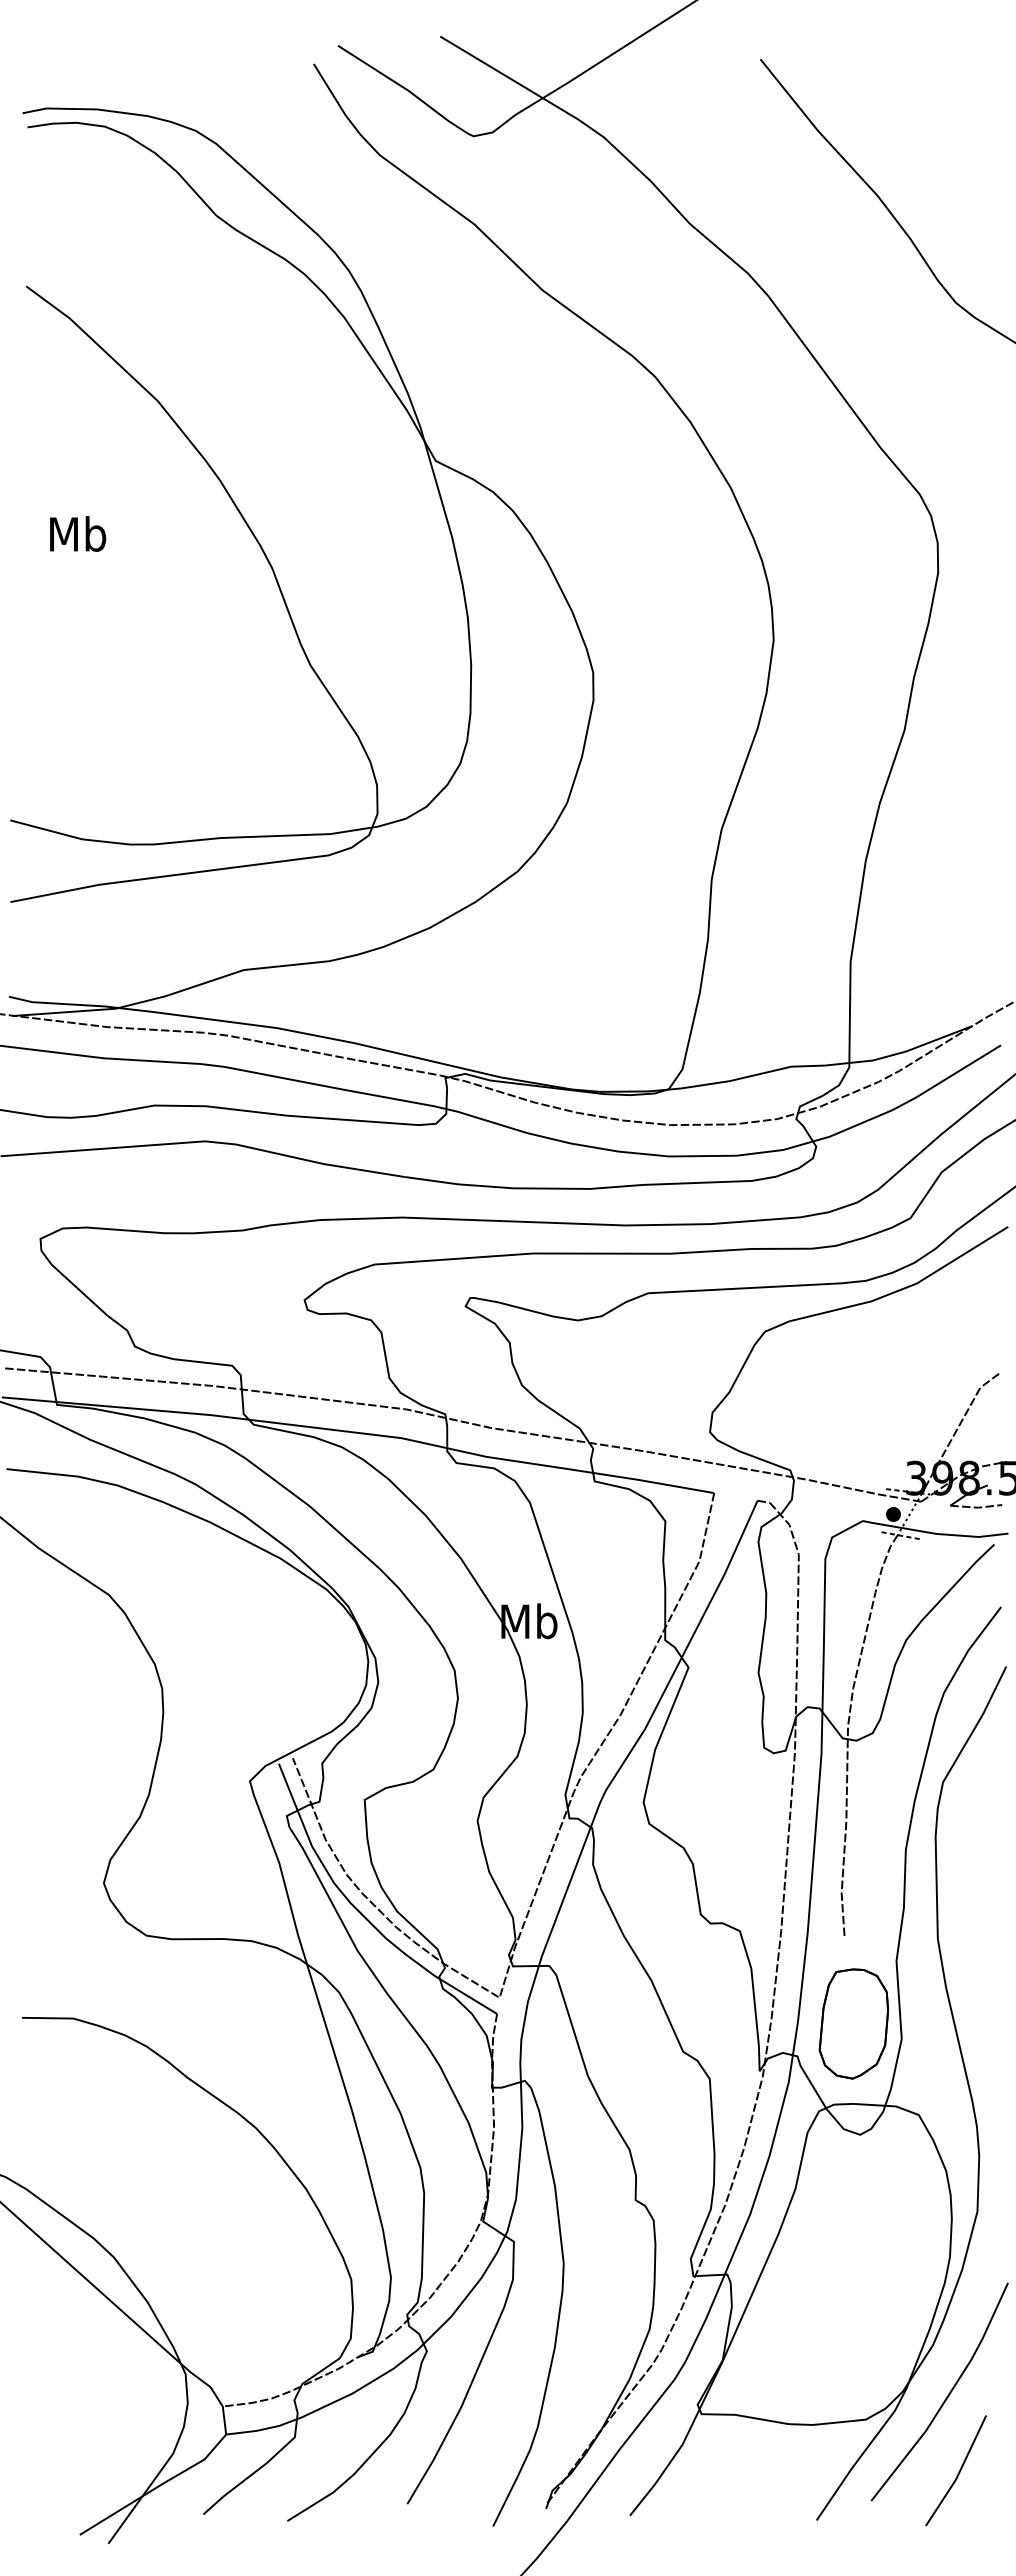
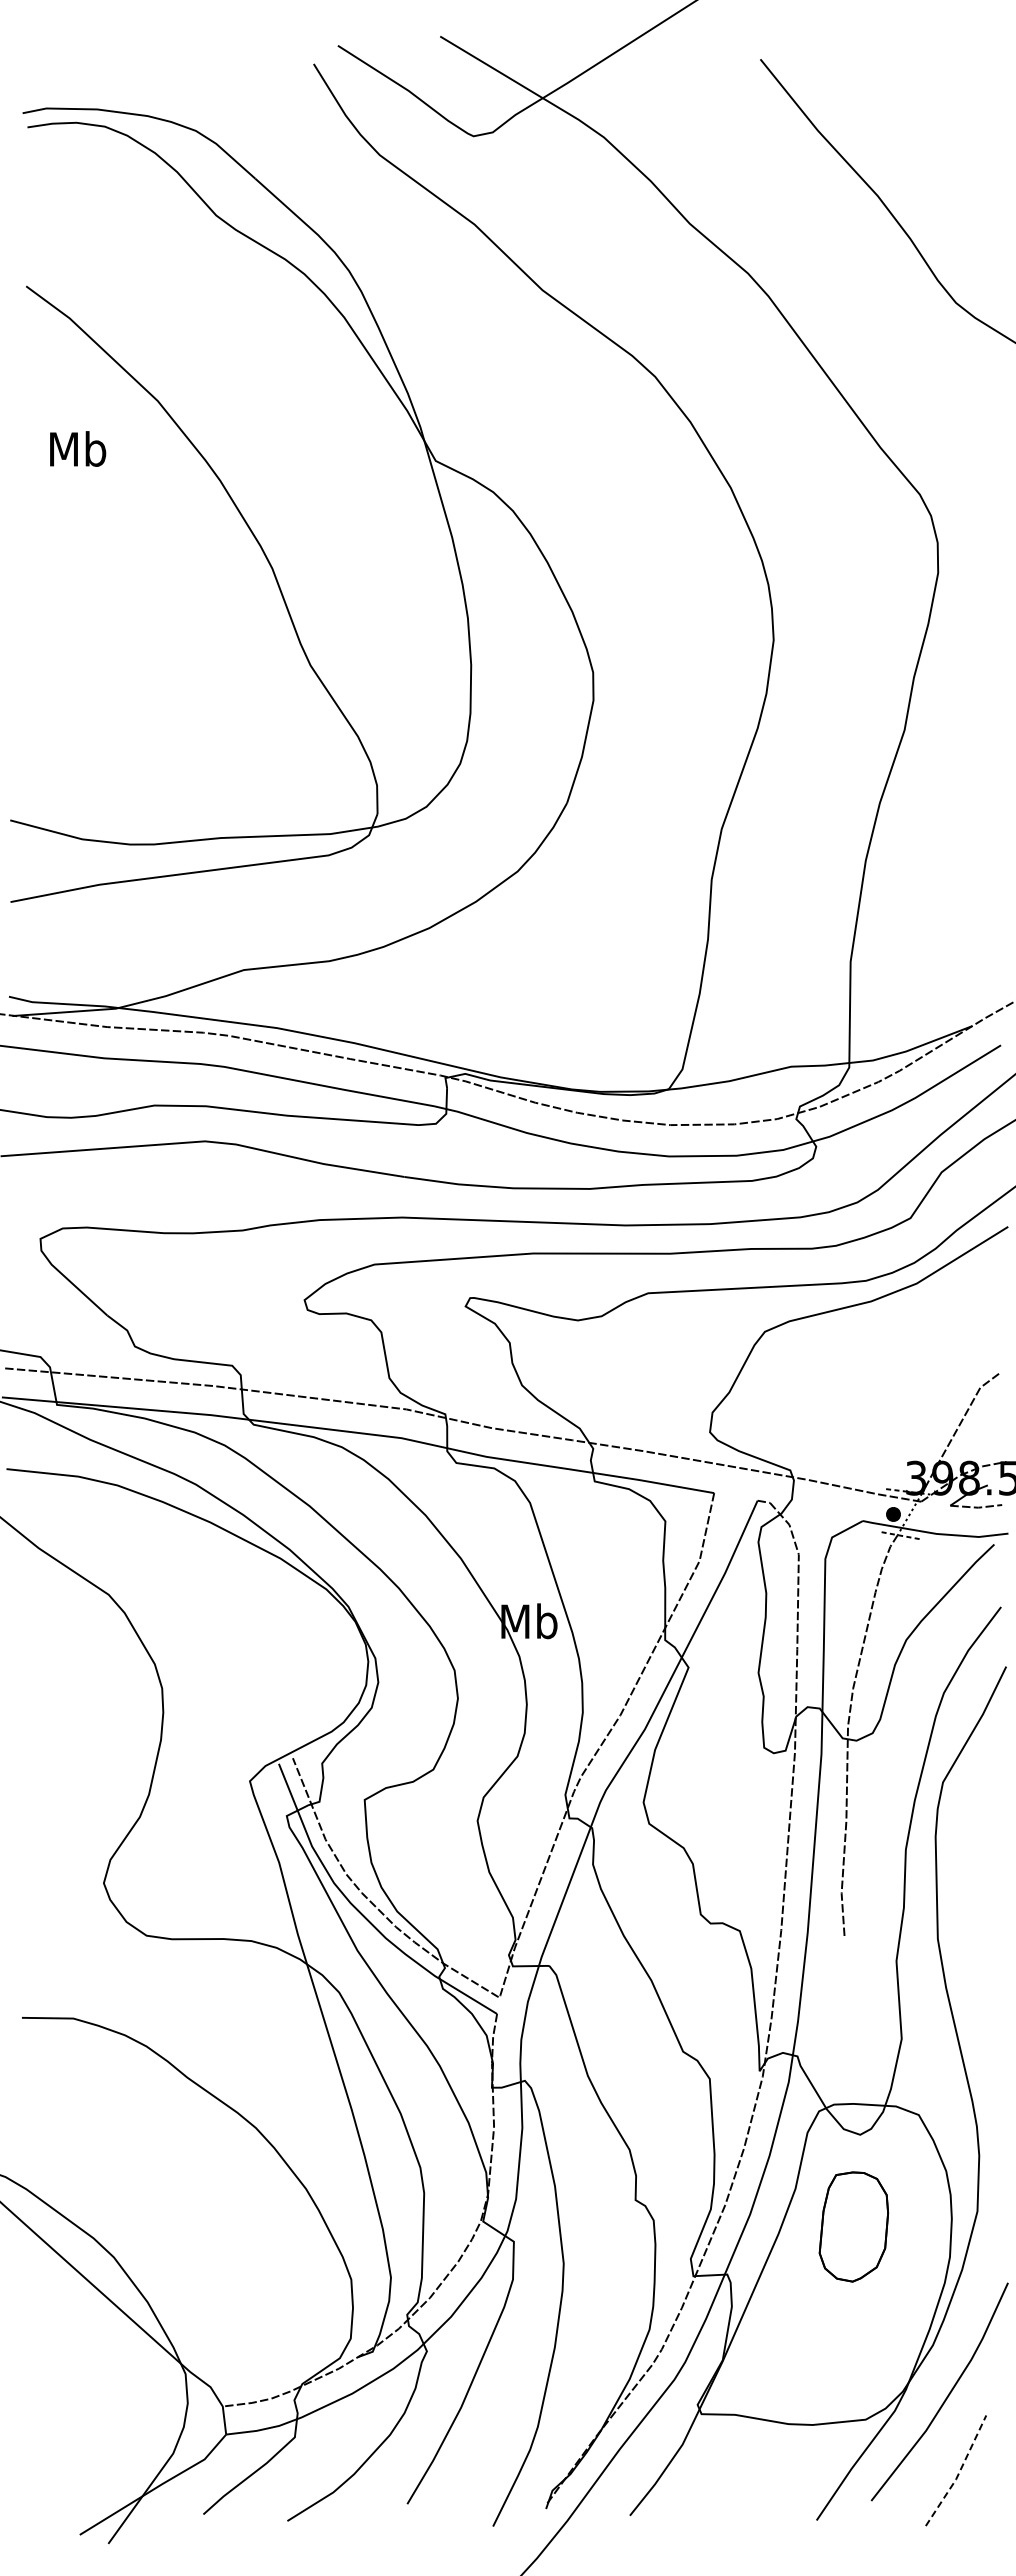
text at (78, 533) position: (78, 533) -> (78, 448)
part at (853, 2023) position: (853, 2023) -> (853, 2226)
line at (959, 2473): solid -> dashed
